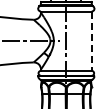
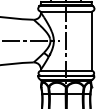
line at (91, 41): dashed -> solid
